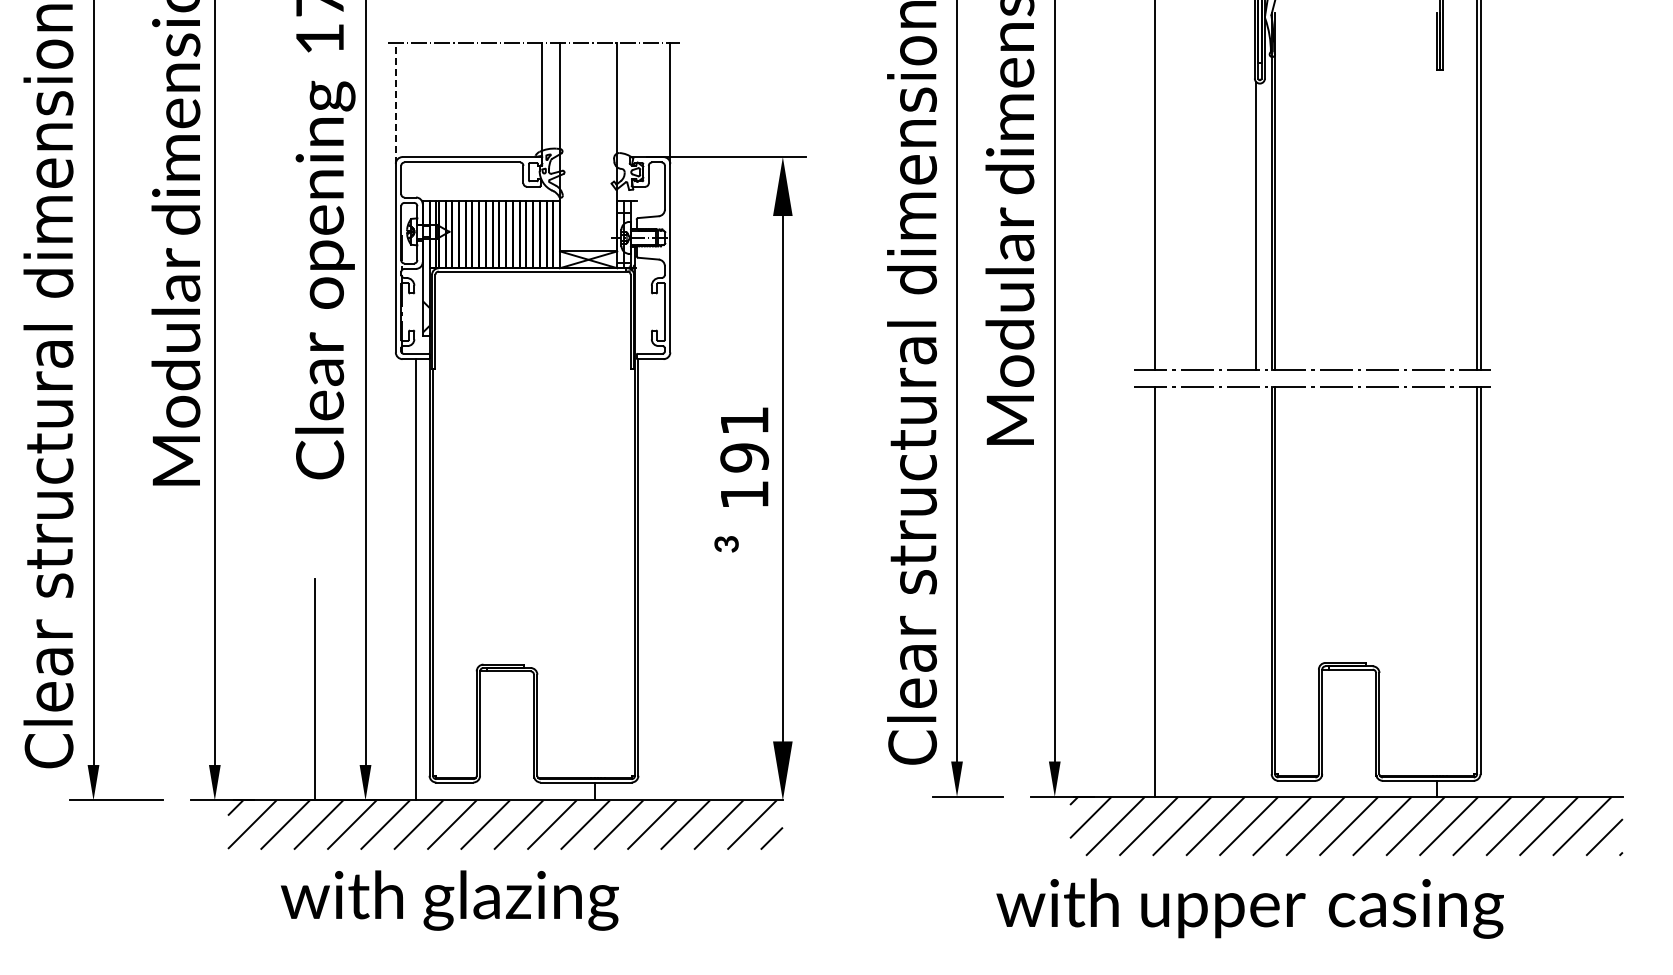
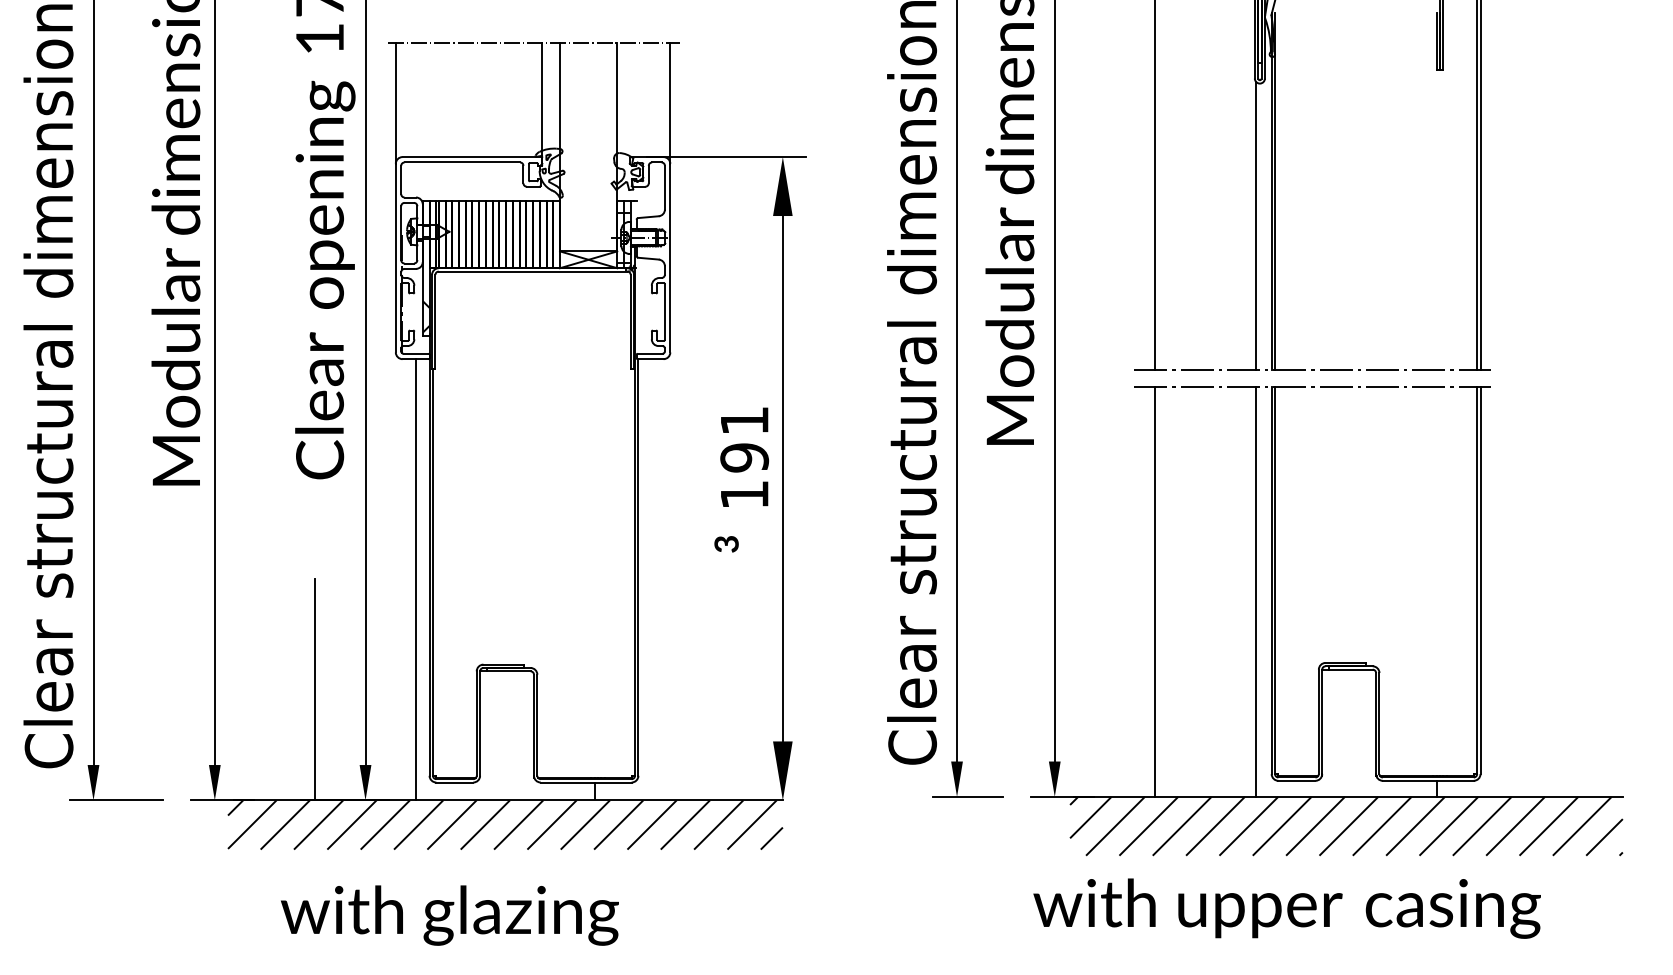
line at (395, 103): dashed -> solid
line at (1255, 591): none -> present
text at (449, 900) position: (449, 900) -> (449, 915)
text at (1249, 908) position: (1249, 908) -> (1286, 908)
